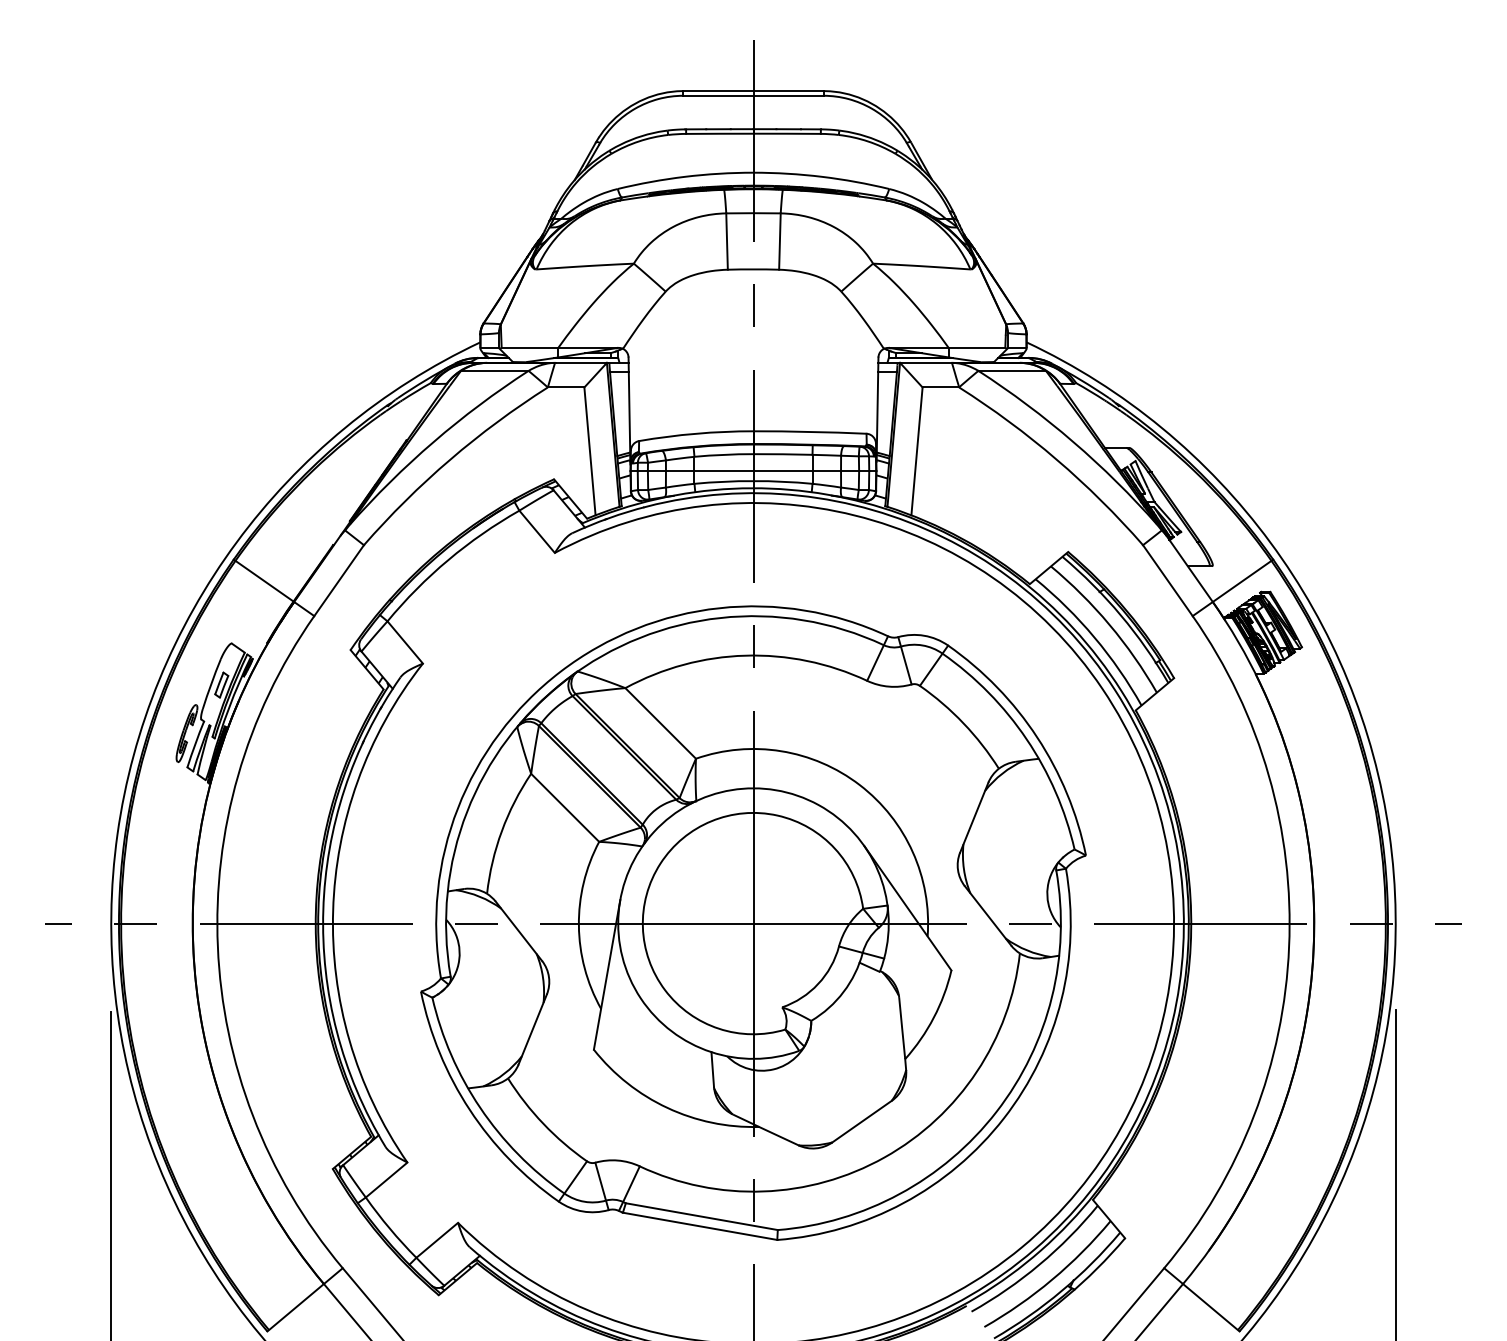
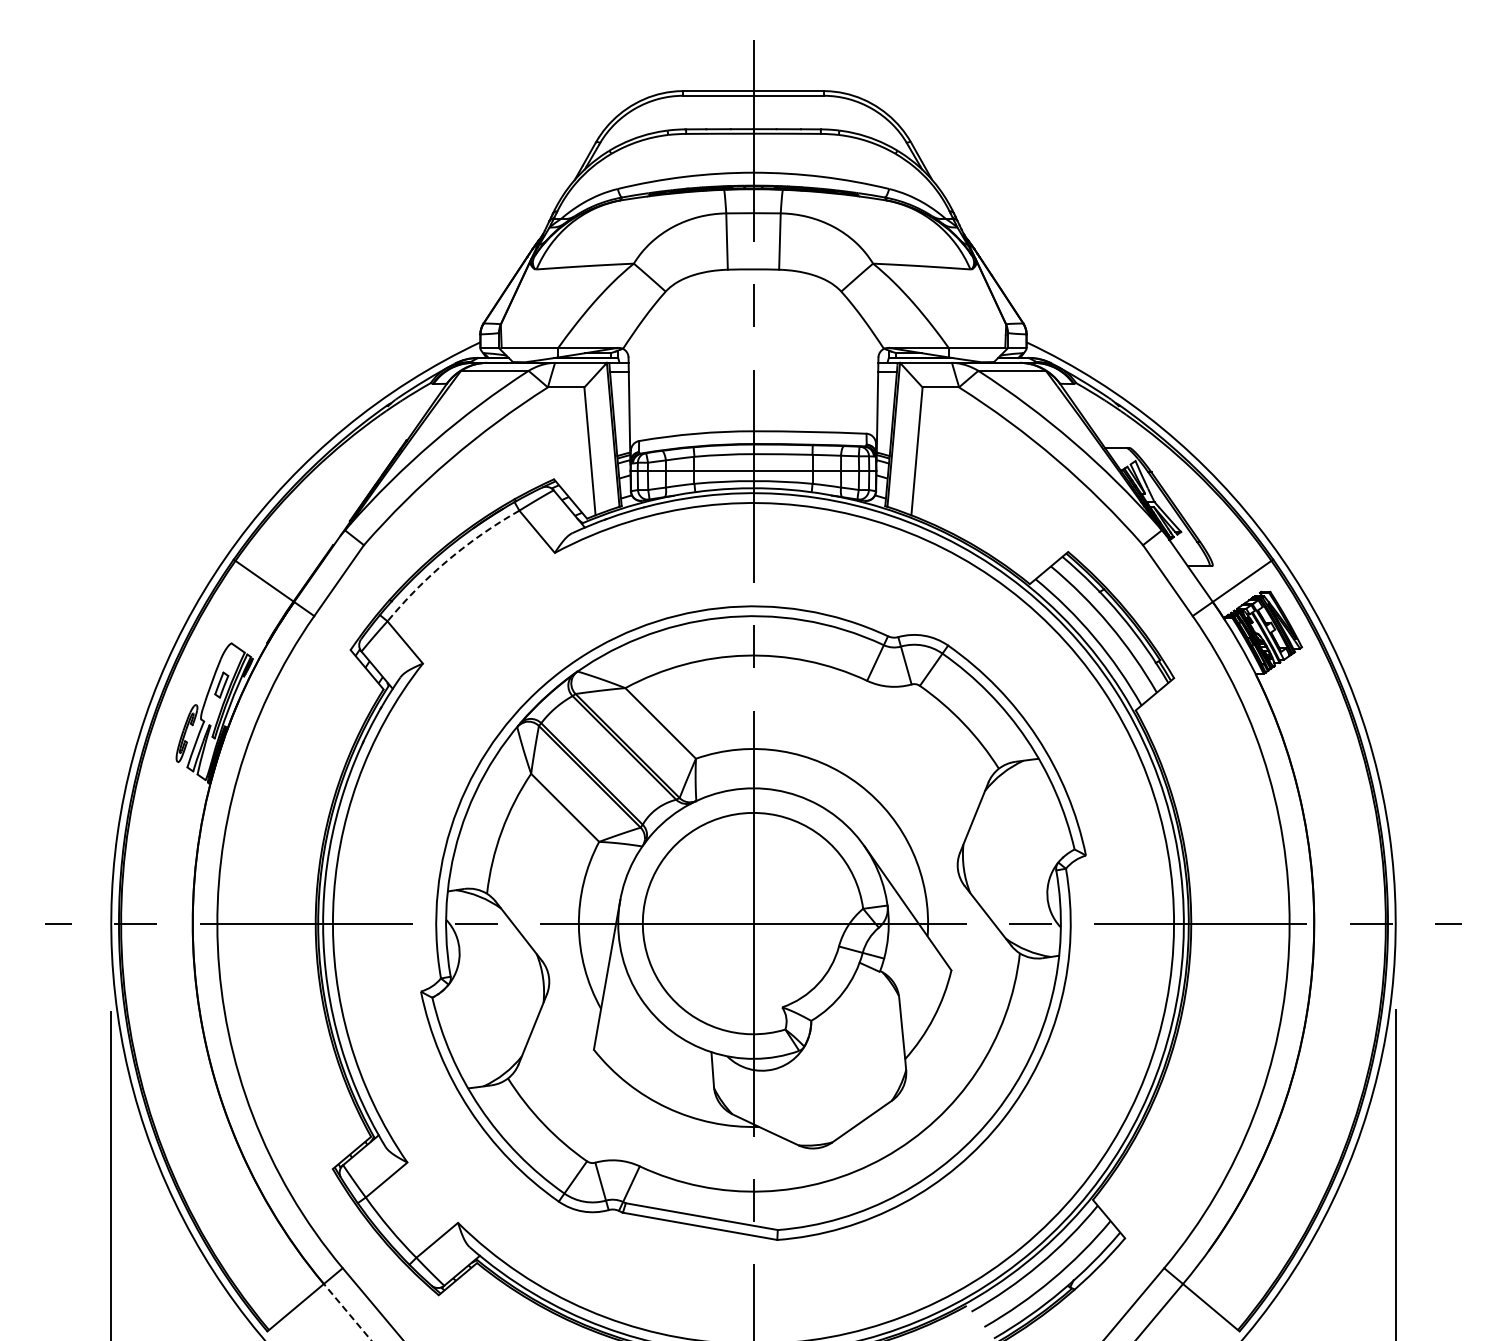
arc at (448, 560): solid -> dashed
line at (347, 1312): solid -> dashed
